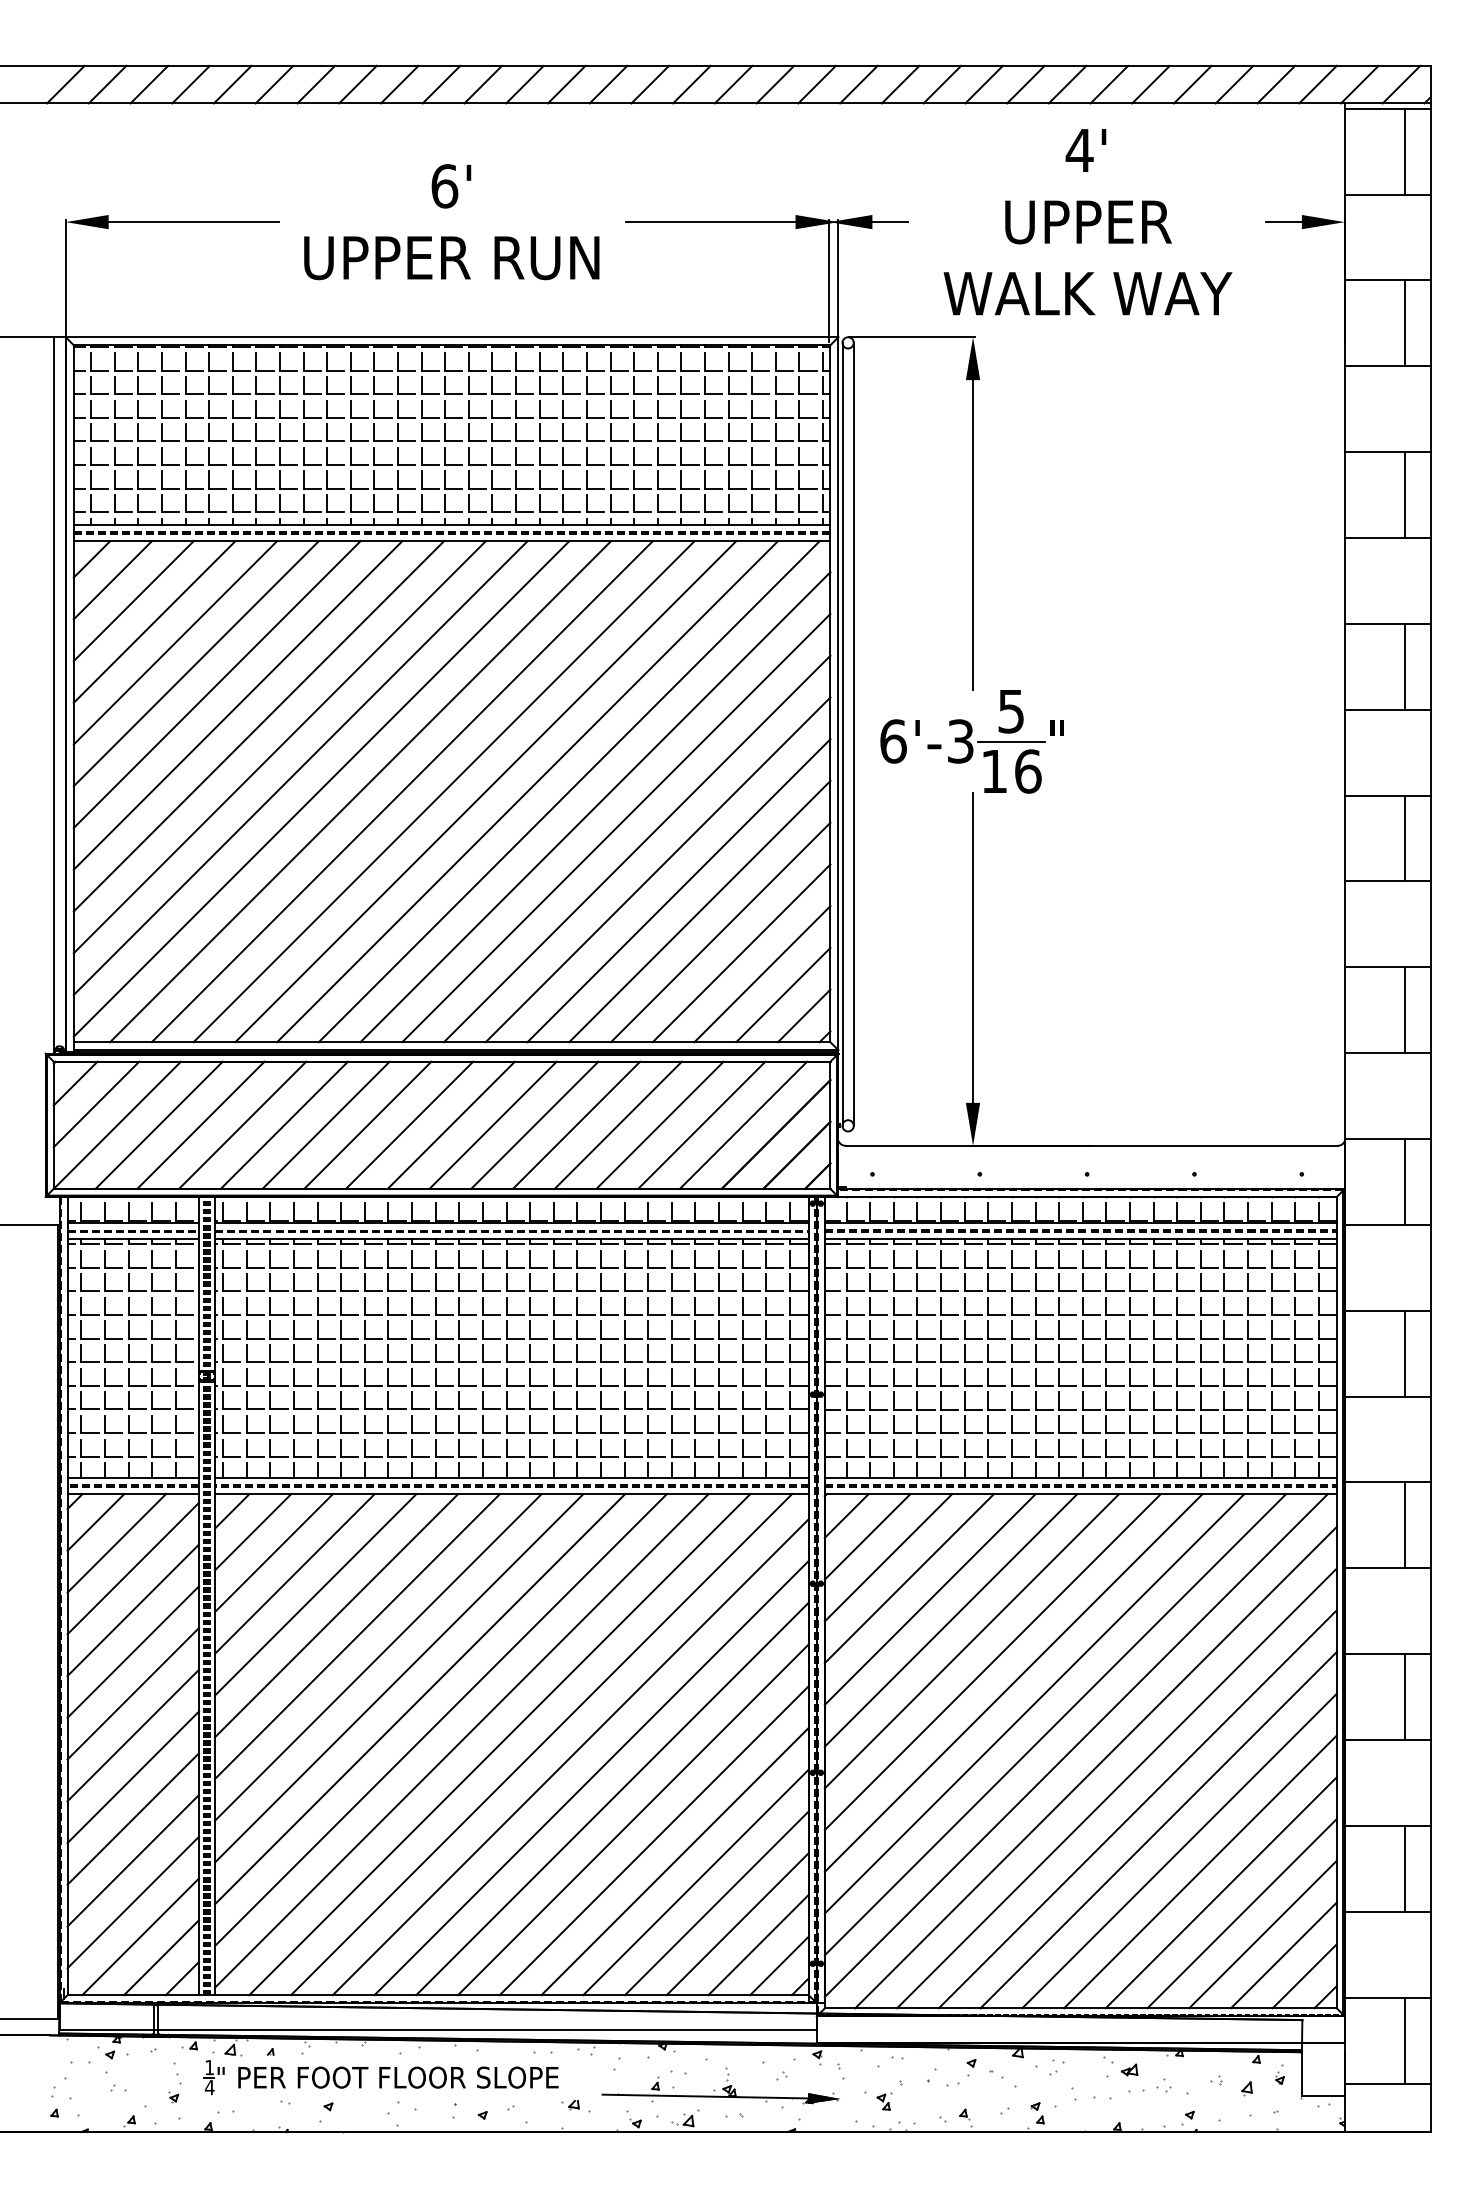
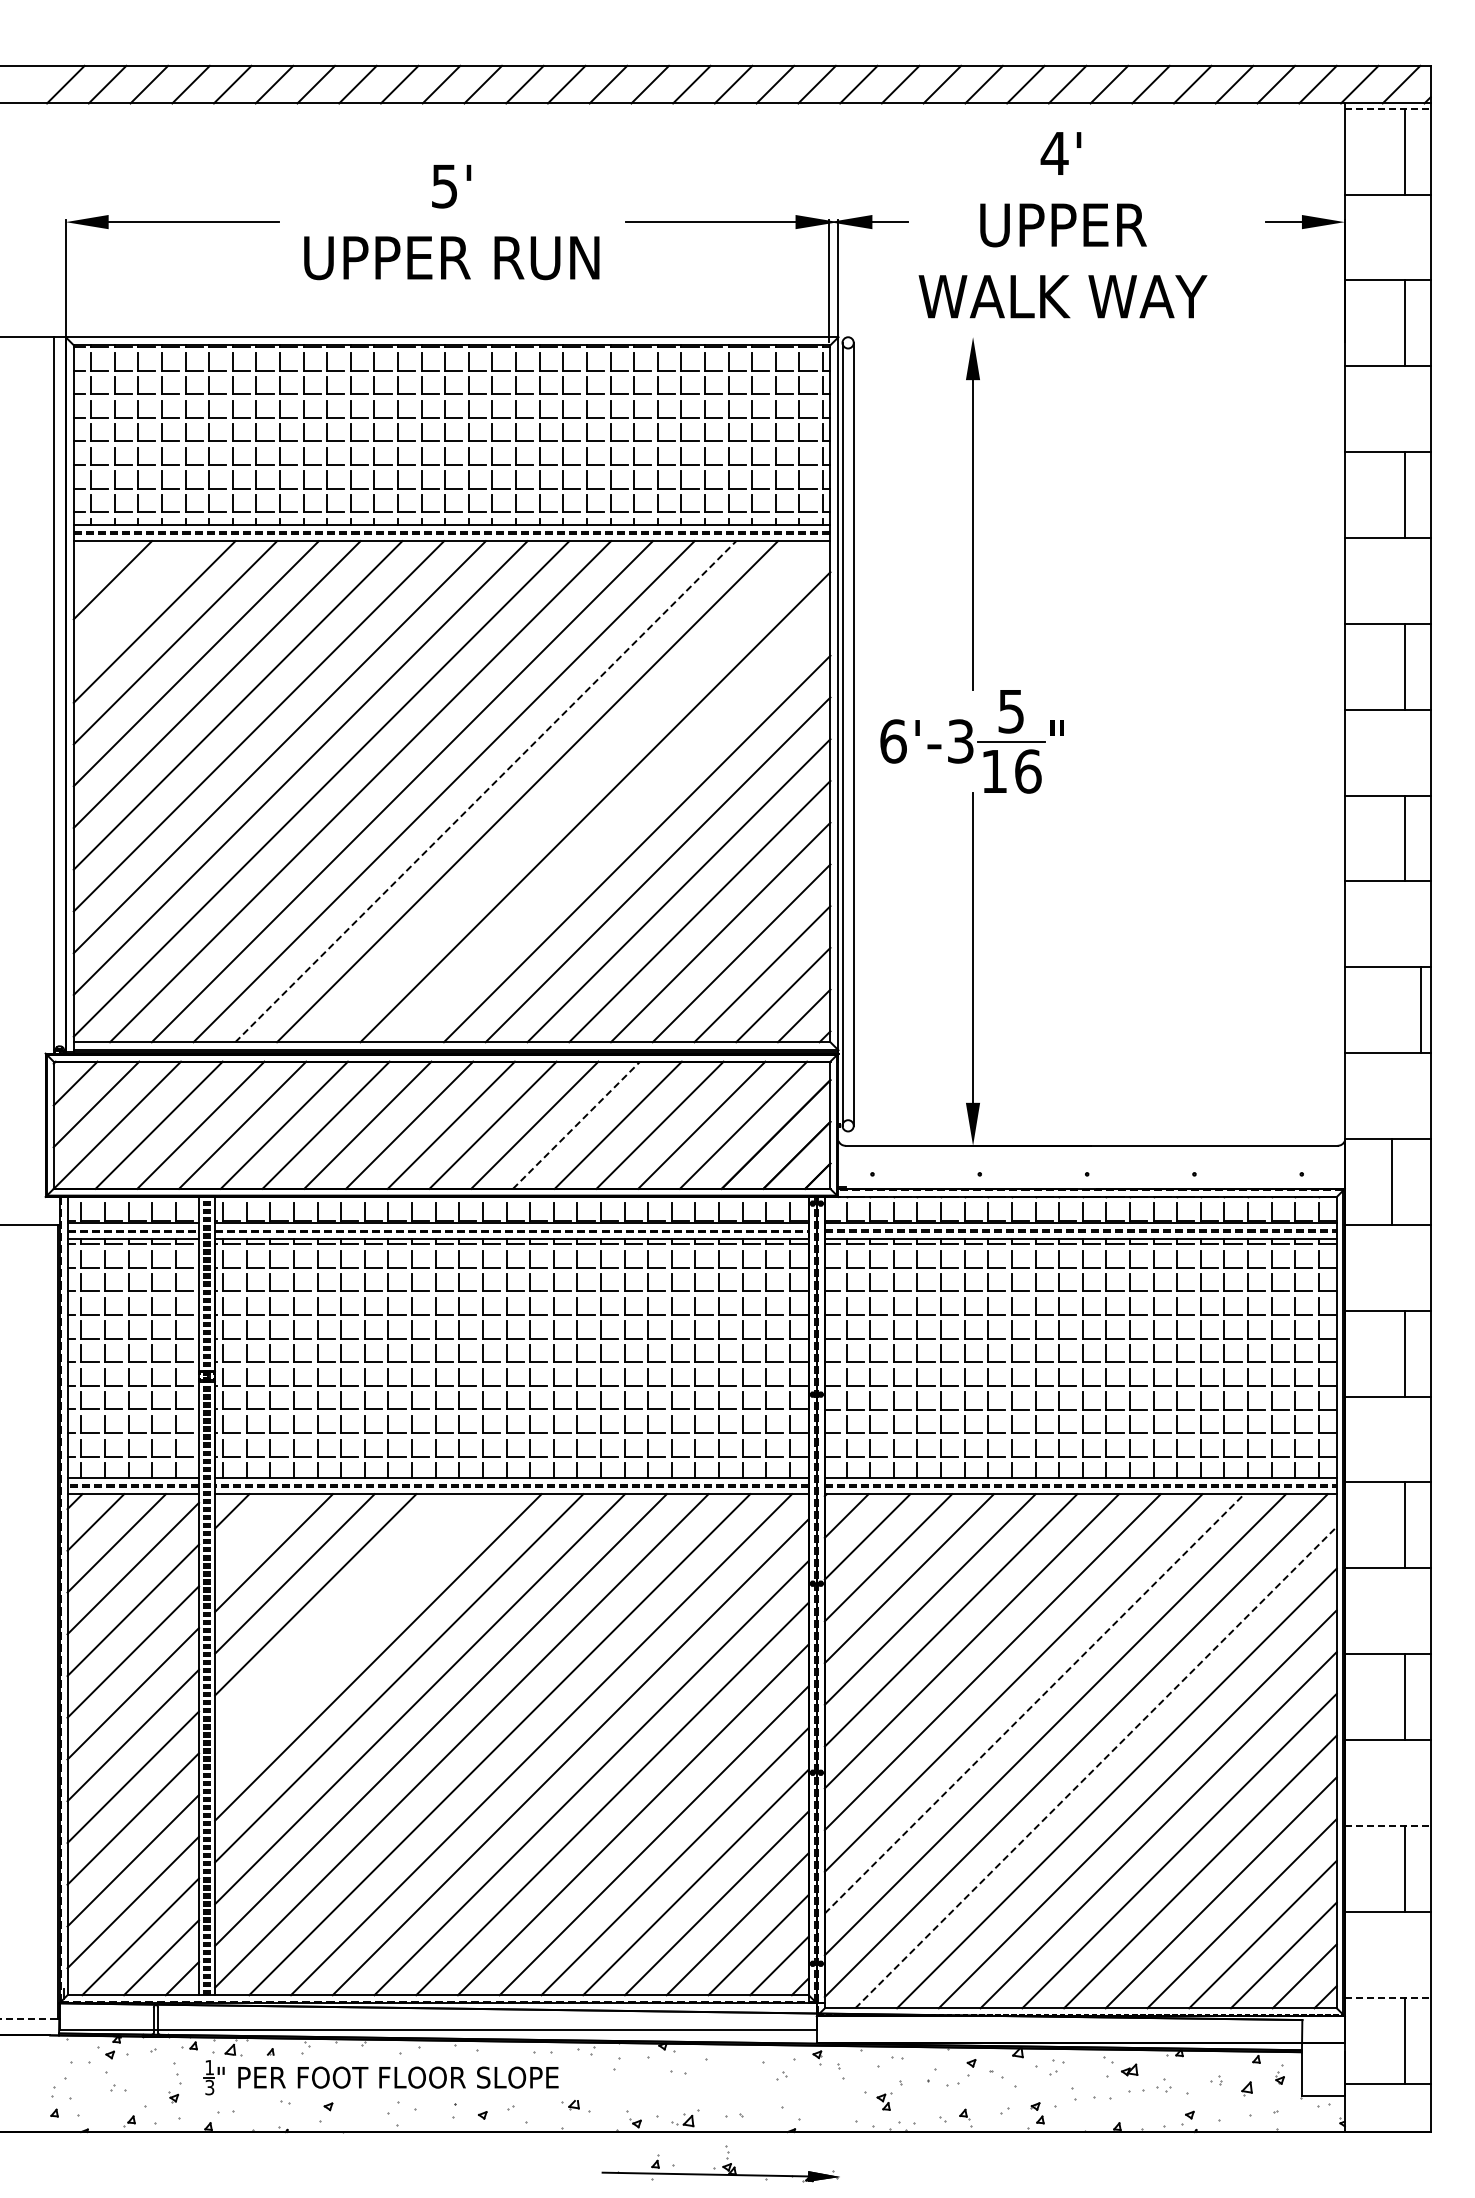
line at (1387, 108): solid -> dashed
text at (444, 186): 6' -> 5'
text at (1087, 222) position: (1087, 222) -> (1062, 225)
line at (911, 337): present -> none
line at (91, 559): present -> none
line at (133, 601): present -> none
line at (486, 791): solid -> dashed
line at (568, 791): present -> none
line at (616, 828): present -> none
line at (1404, 1010) position: (1404, 1010) -> (1420, 1010)
line at (576, 1125): solid -> dashed
line at (1404, 1181) position: (1404, 1181) -> (1391, 1181)
line at (253, 1532): present -> none
line at (336, 1615): present -> none
line at (357, 1636): present -> none
line at (1034, 1703): solid -> dashed
line at (1096, 1767): solid -> dashed
line at (1387, 1825): solid -> dashed
line at (1387, 1997): solid -> dashed
line at (28, 2019): solid -> dashed
part at (720, 2085) position: (720, 2085) -> (720, 2163)
text at (209, 2087): 4 -> 3
